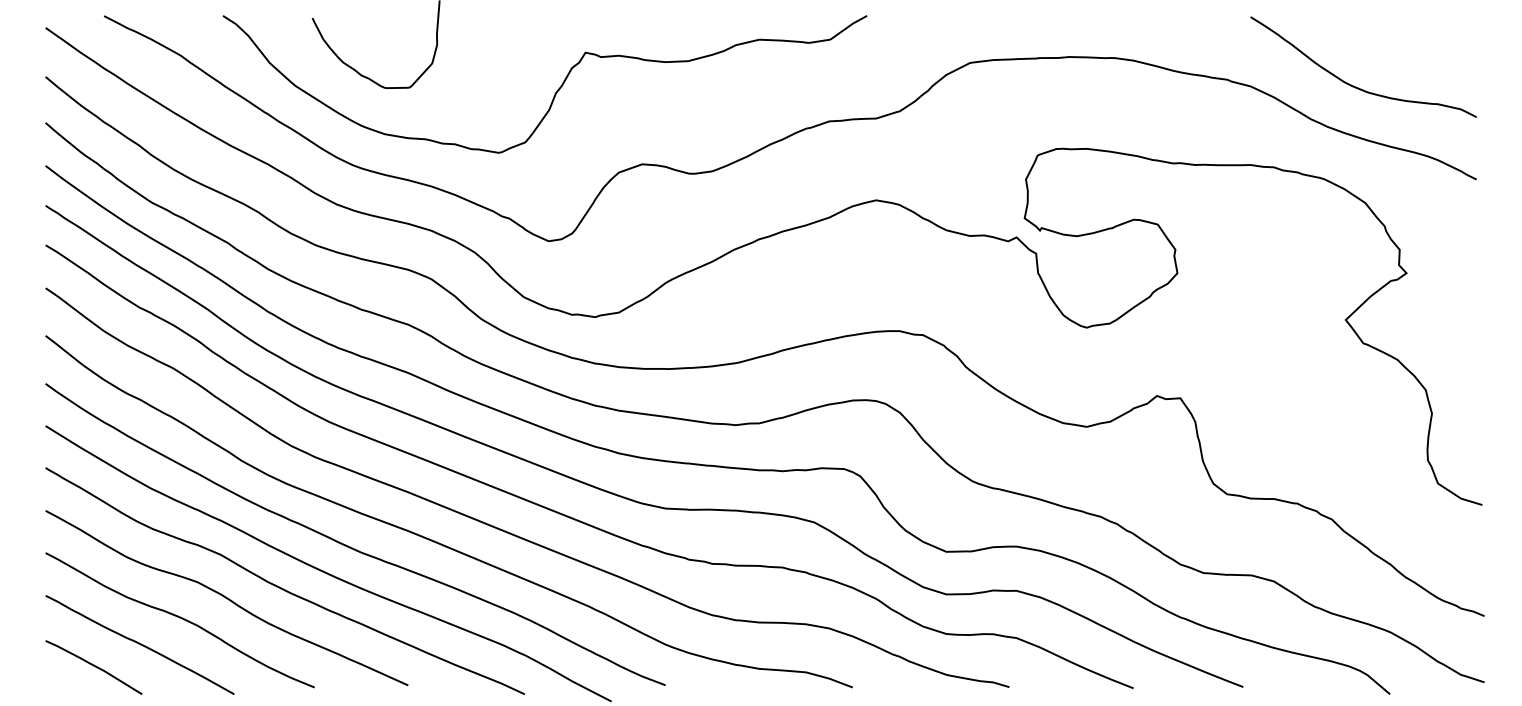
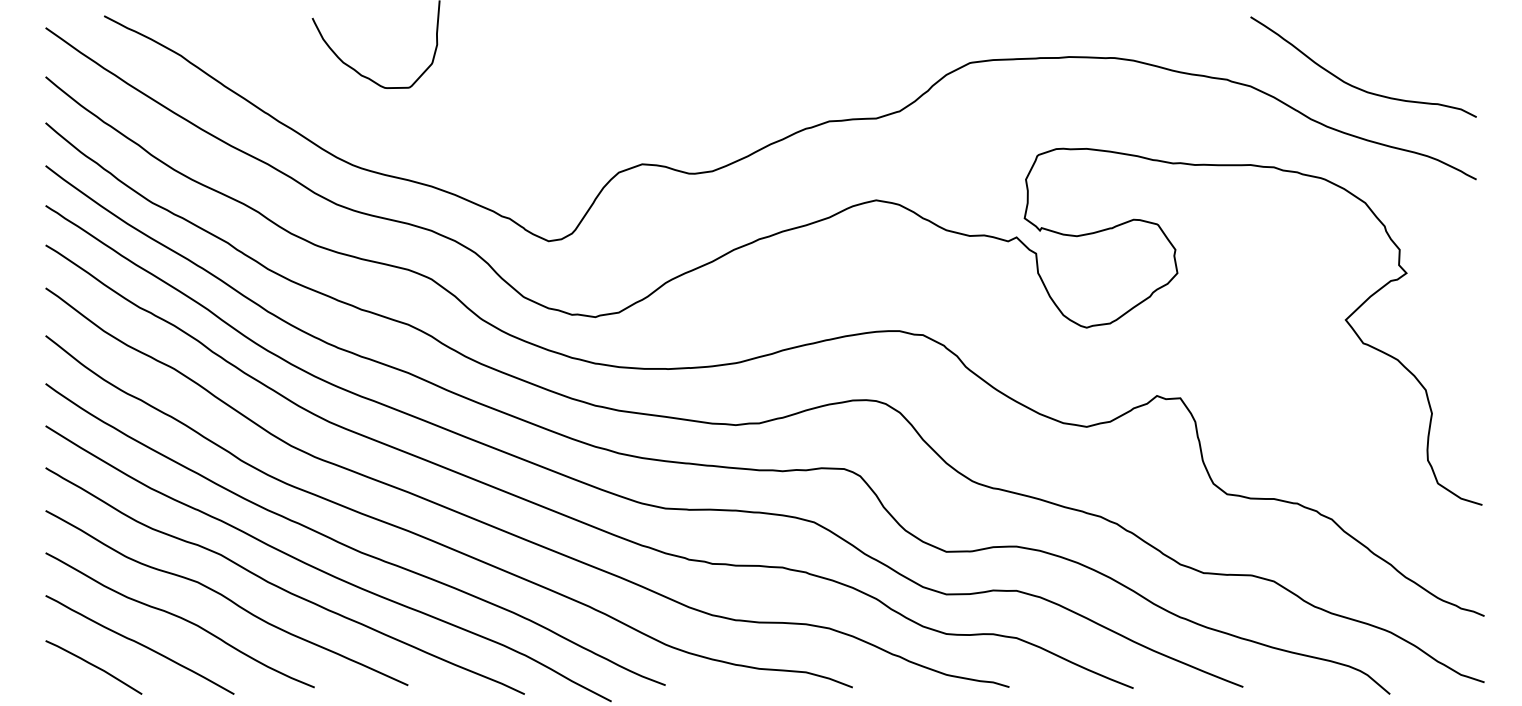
curve at (556, 90): present -> none
